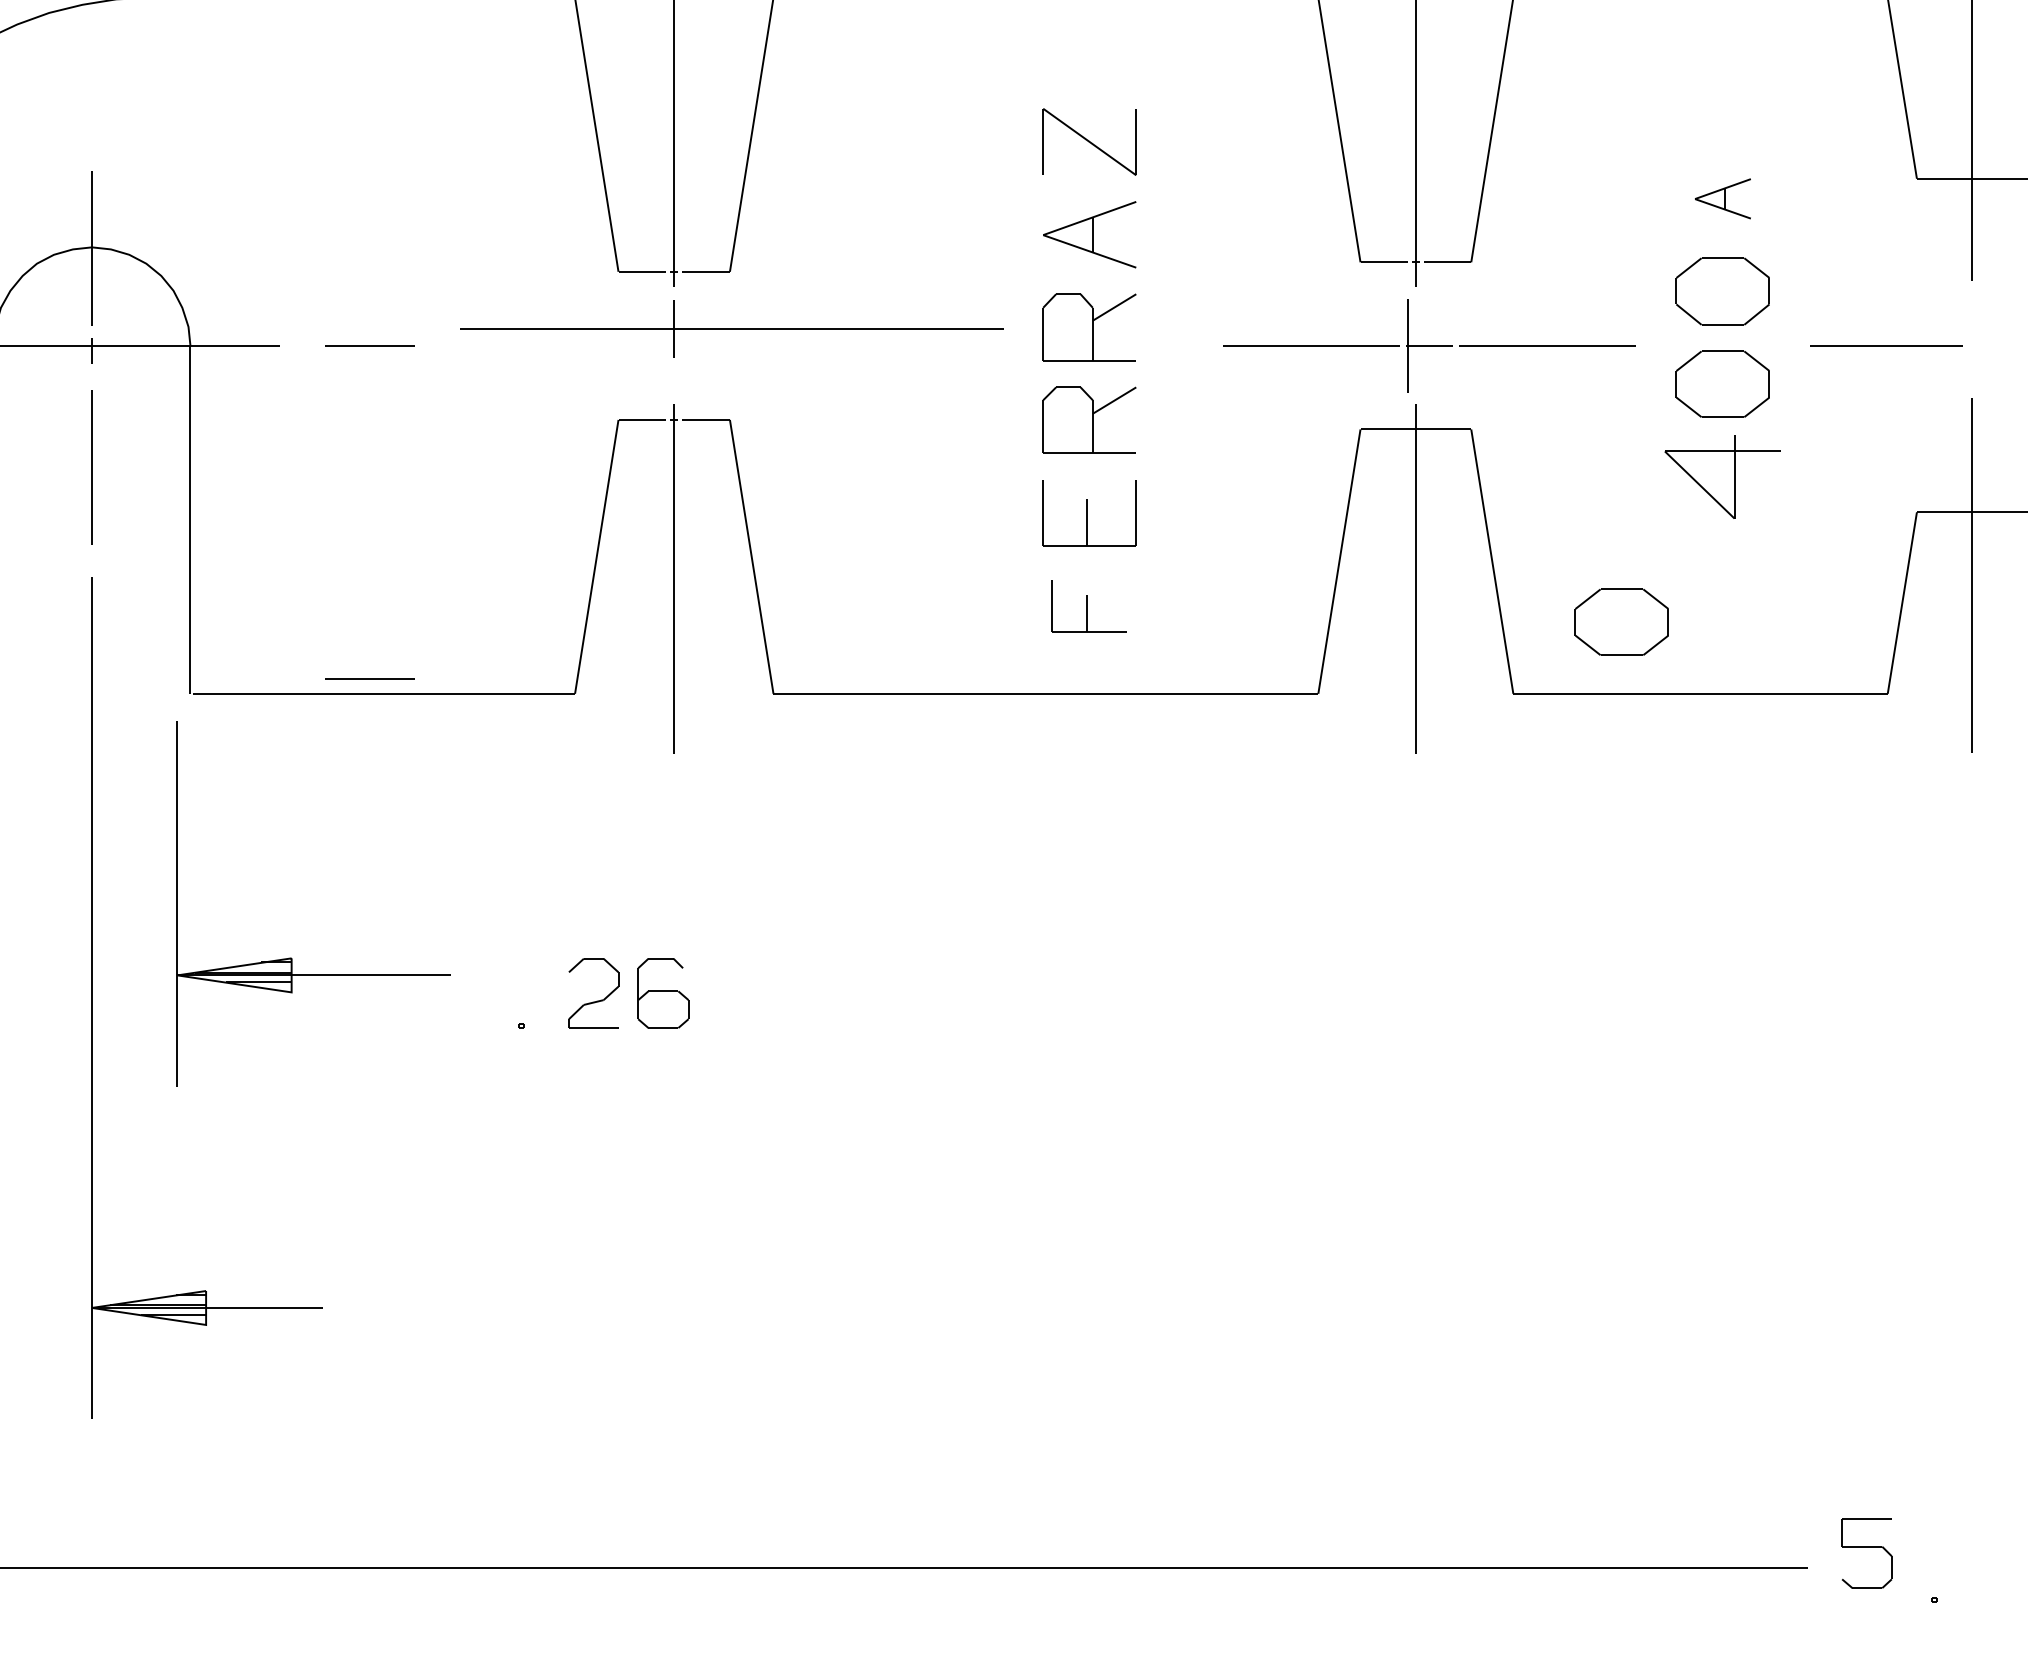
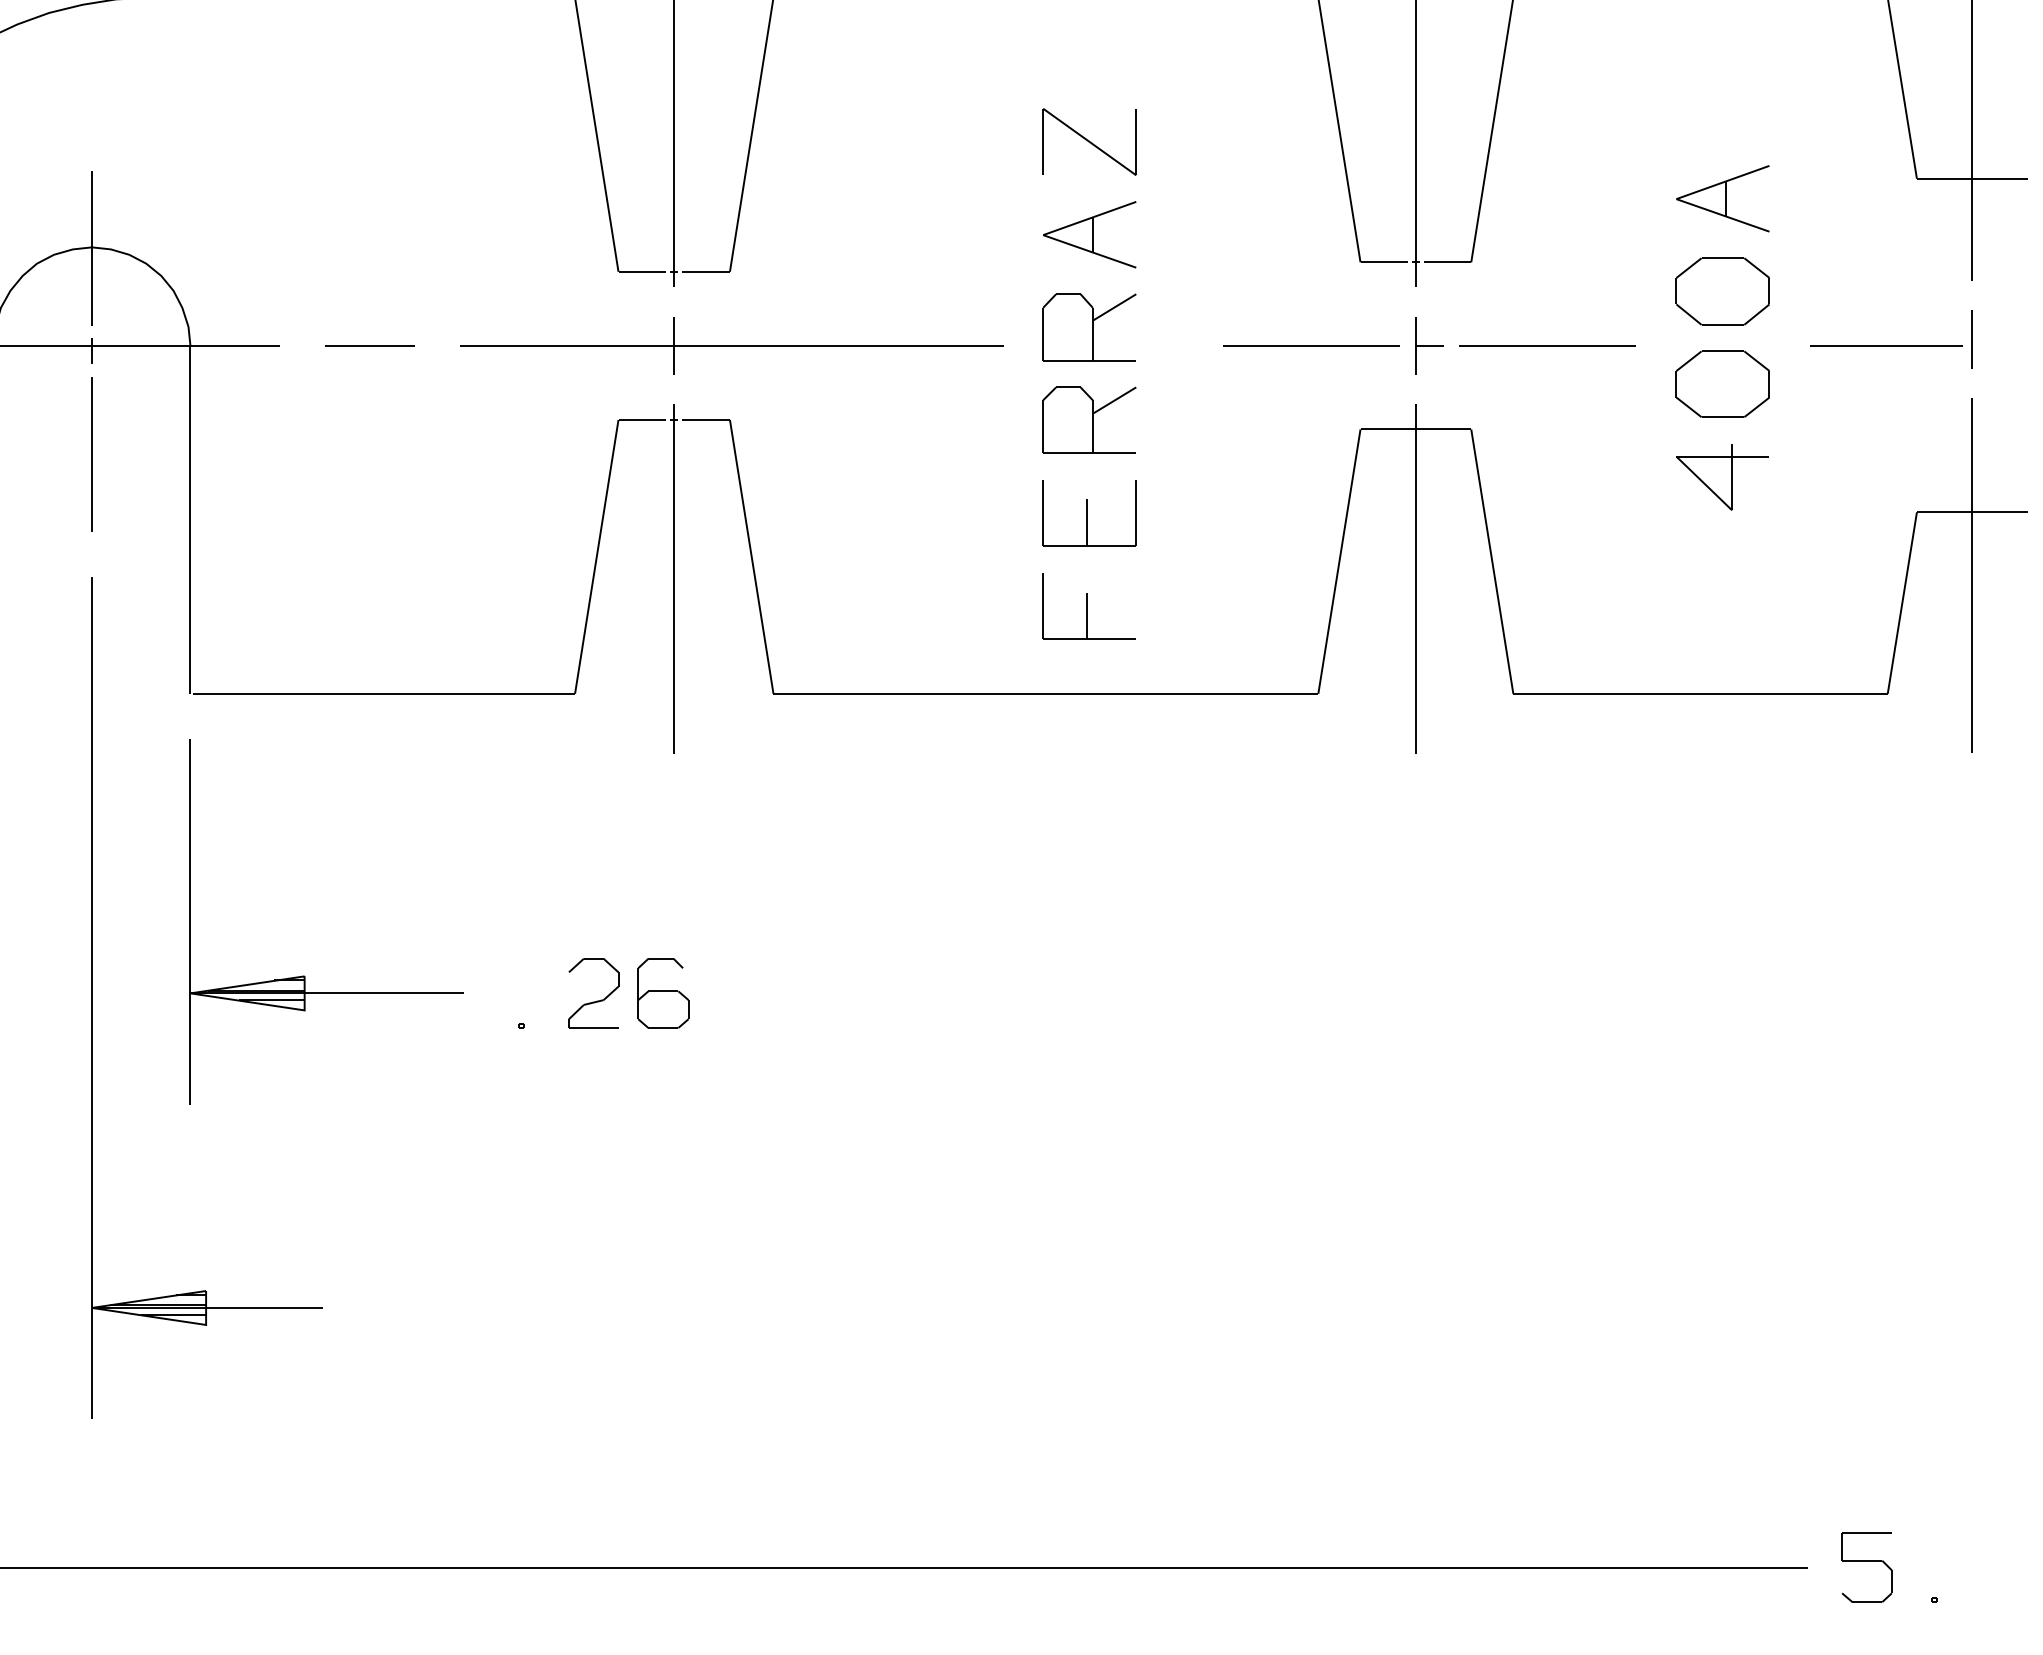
part at (1722, 198) size: 56x42 px -> 94x68 px
part at (731, 328) position: (731, 328) -> (731, 345)
line at (1971, 339): none -> present
part at (1429, 345) size: 47x94 px -> 29x58 px
line at (91, 467) position: (91, 467) -> (91, 454)
part at (1722, 476) size: 117x84 px -> 93x67 px
part at (1088, 606) size: 76x53 px -> 94x67 px
part at (1621, 621): present -> none
line at (369, 678): present -> none
part at (291, 957) position: (291, 957) -> (304, 975)
part at (1866, 1553) position: (1866, 1553) -> (1866, 1567)
